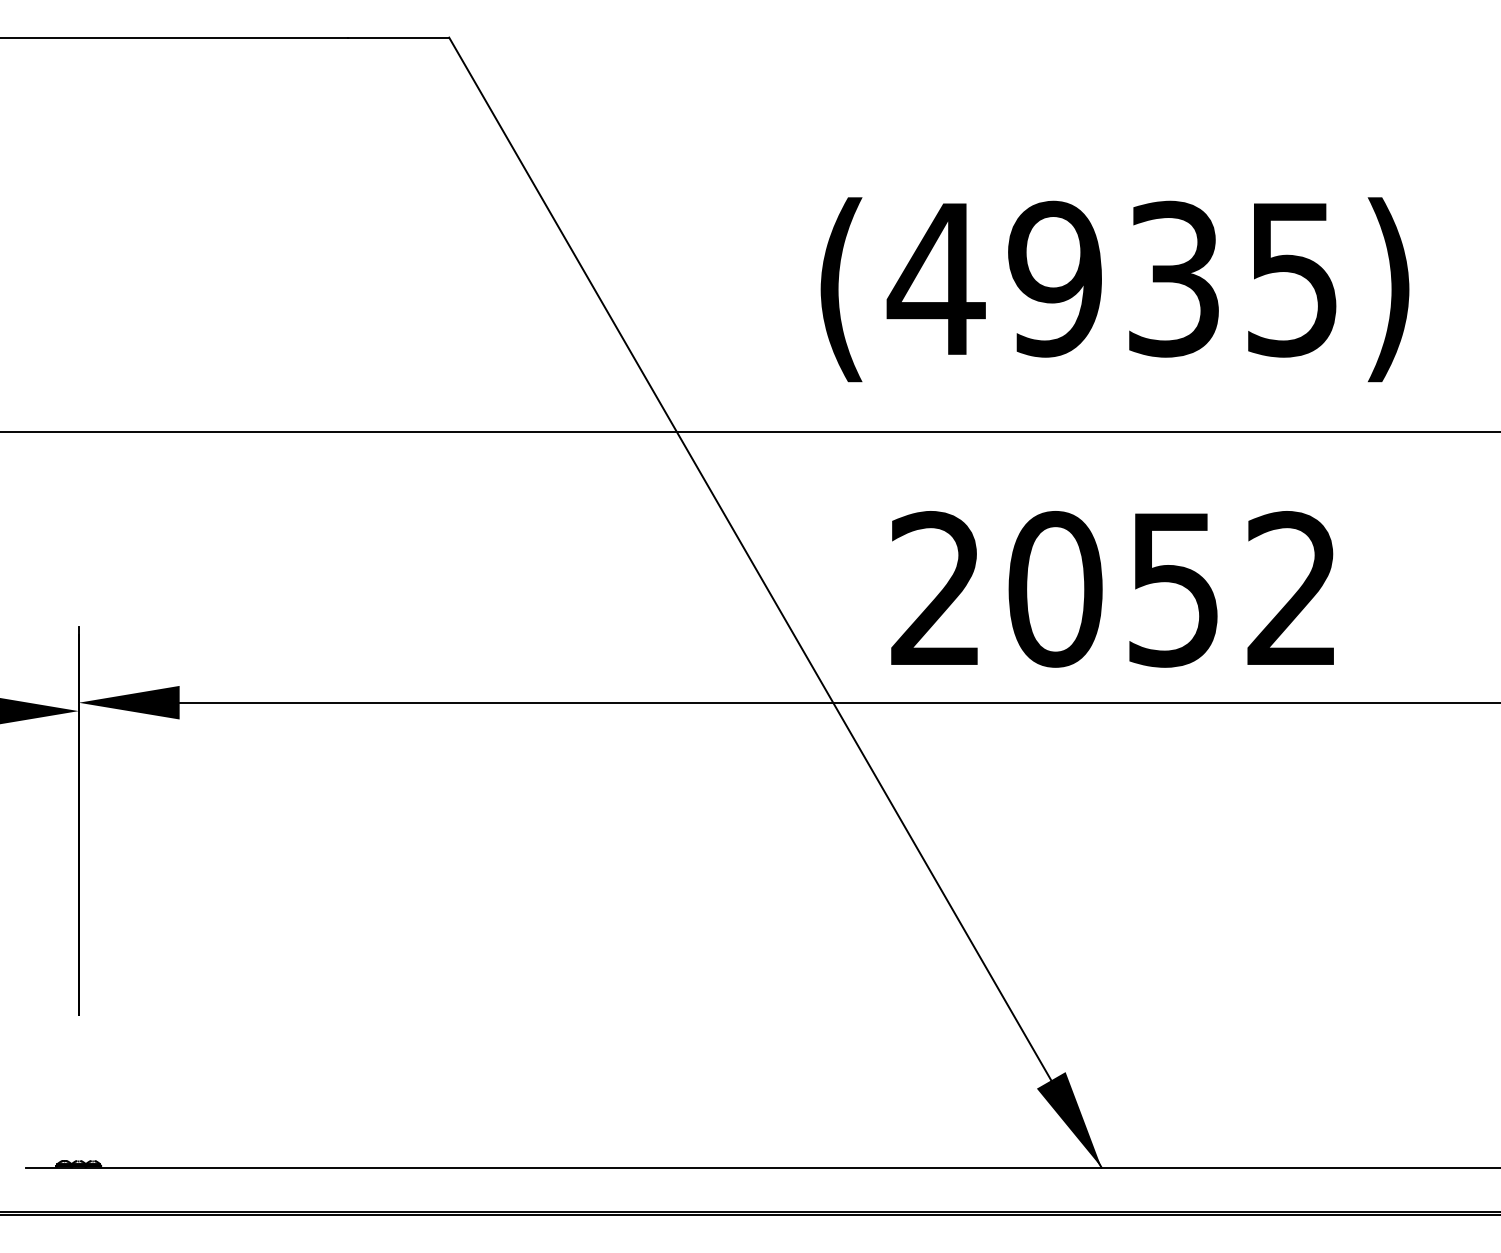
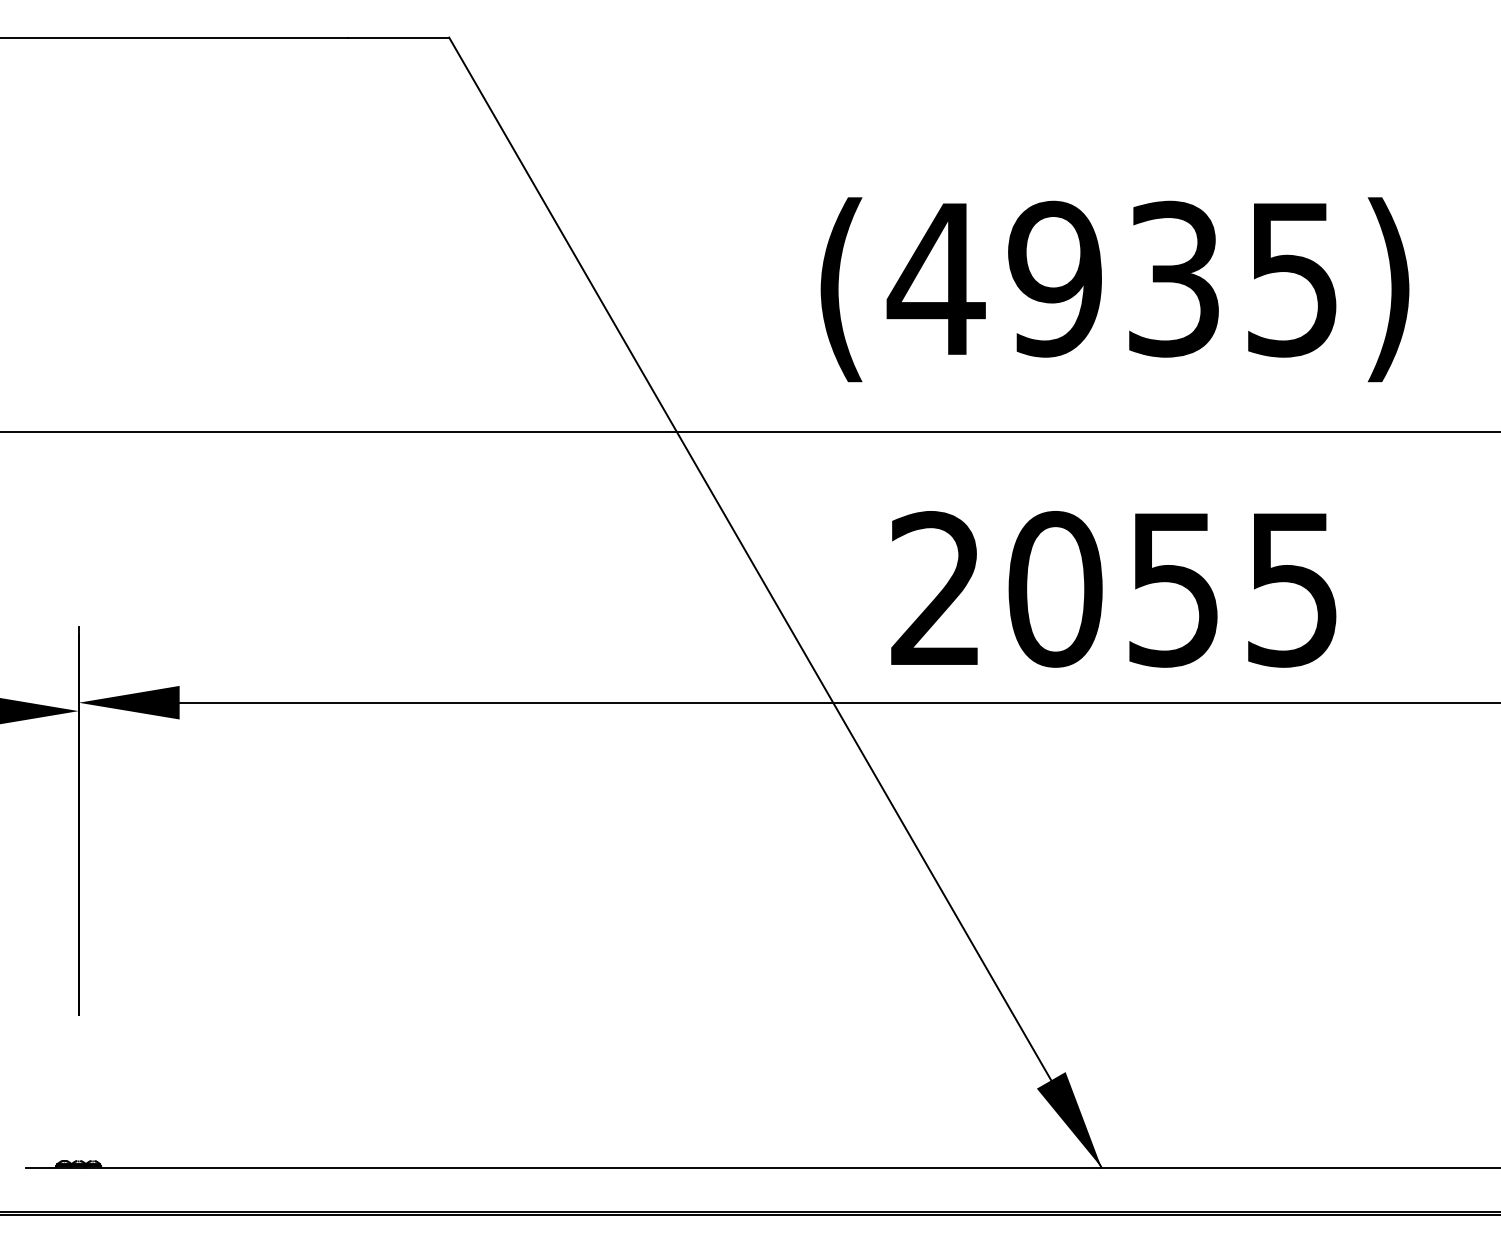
text at (1291, 589): 2052 -> 2055
